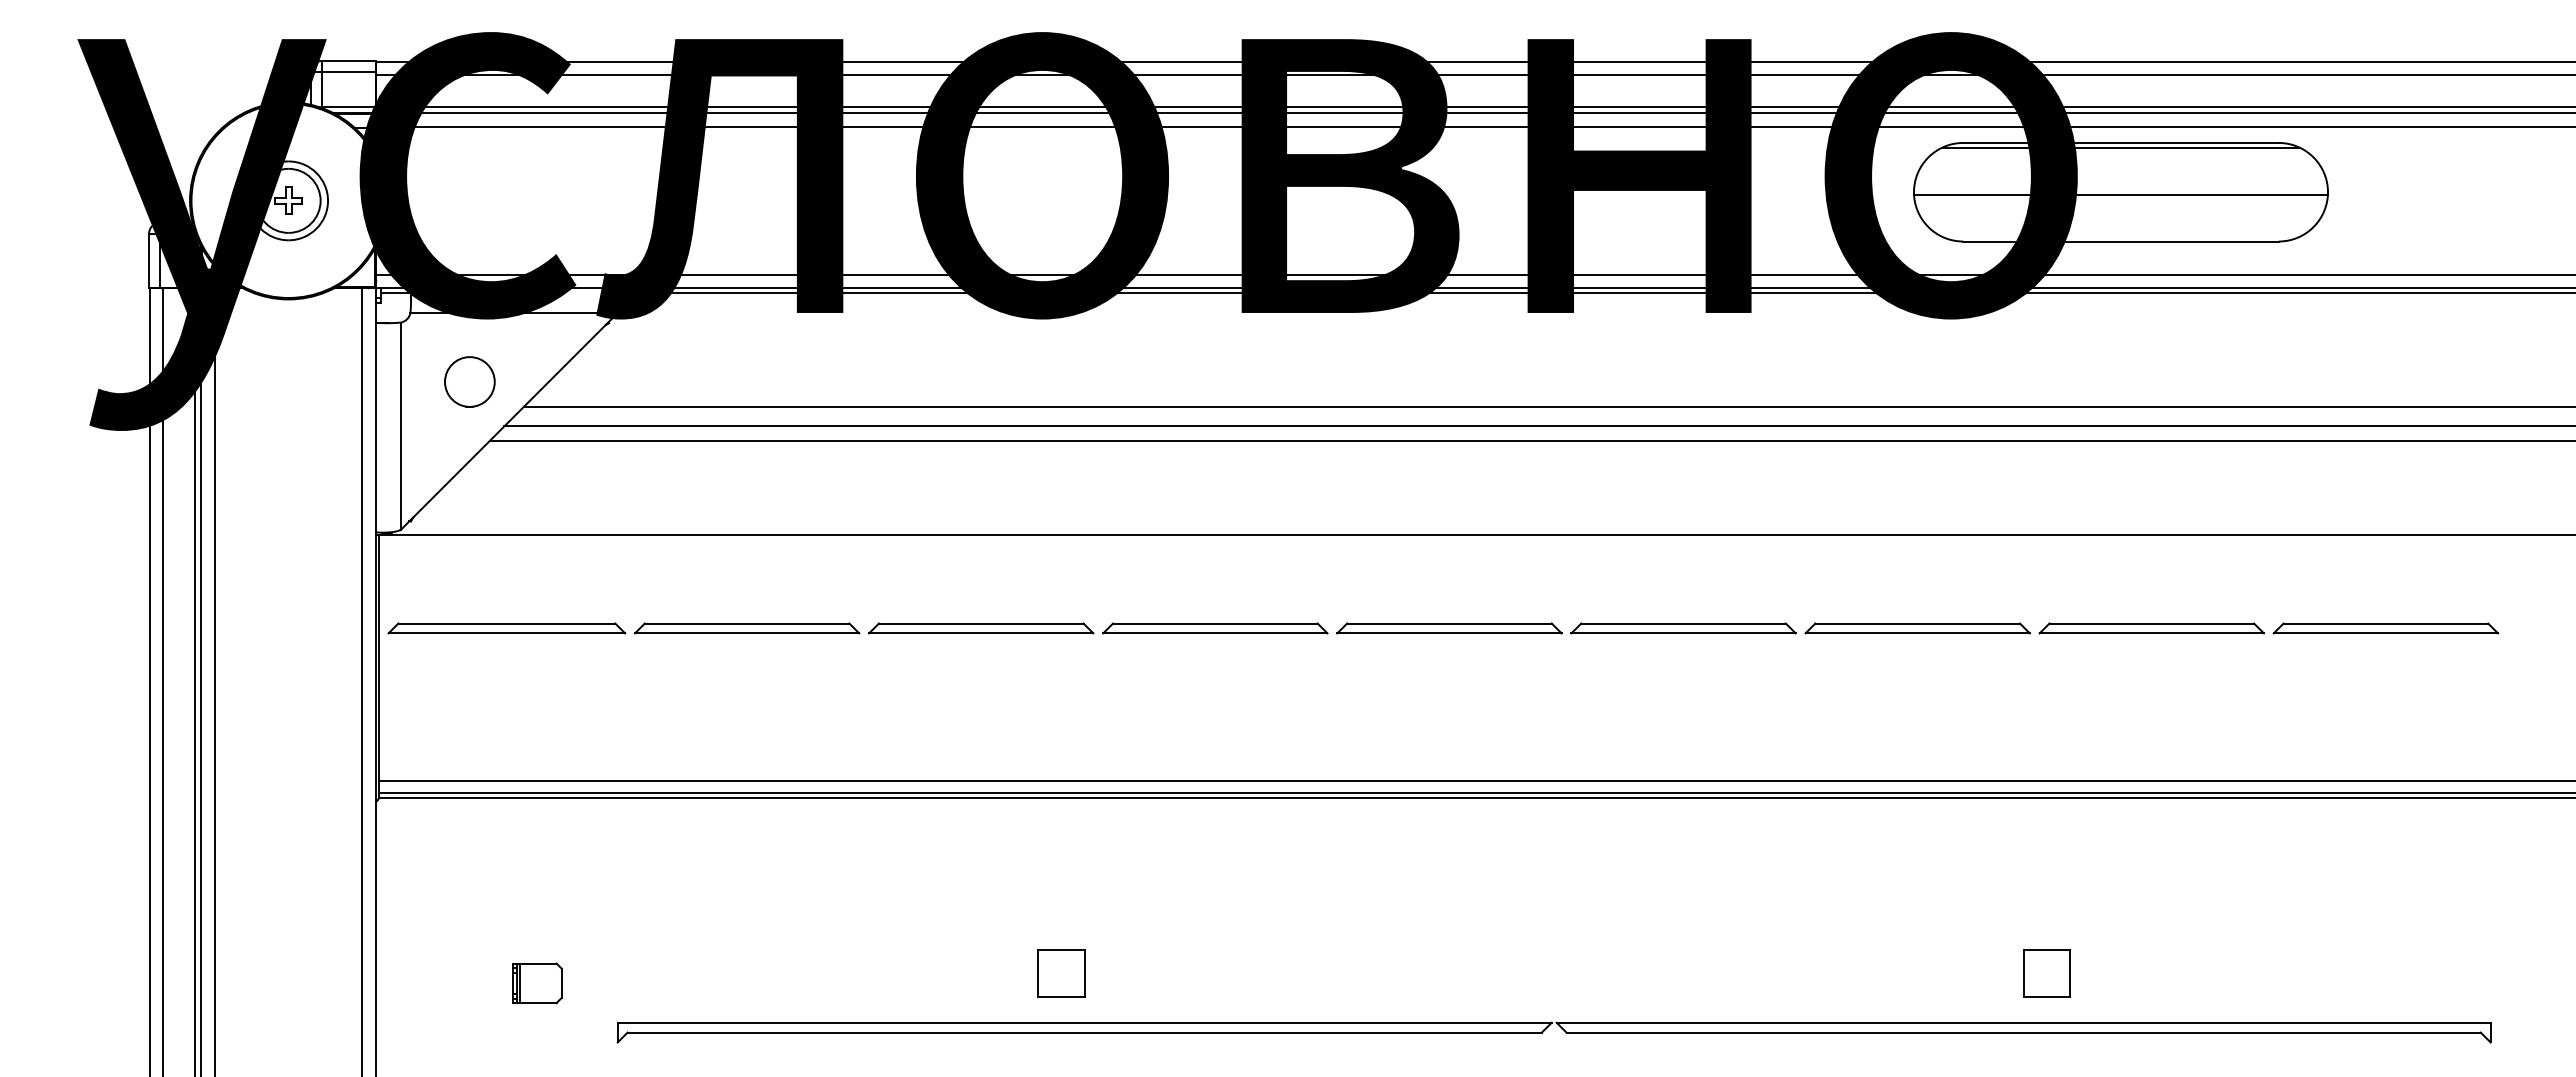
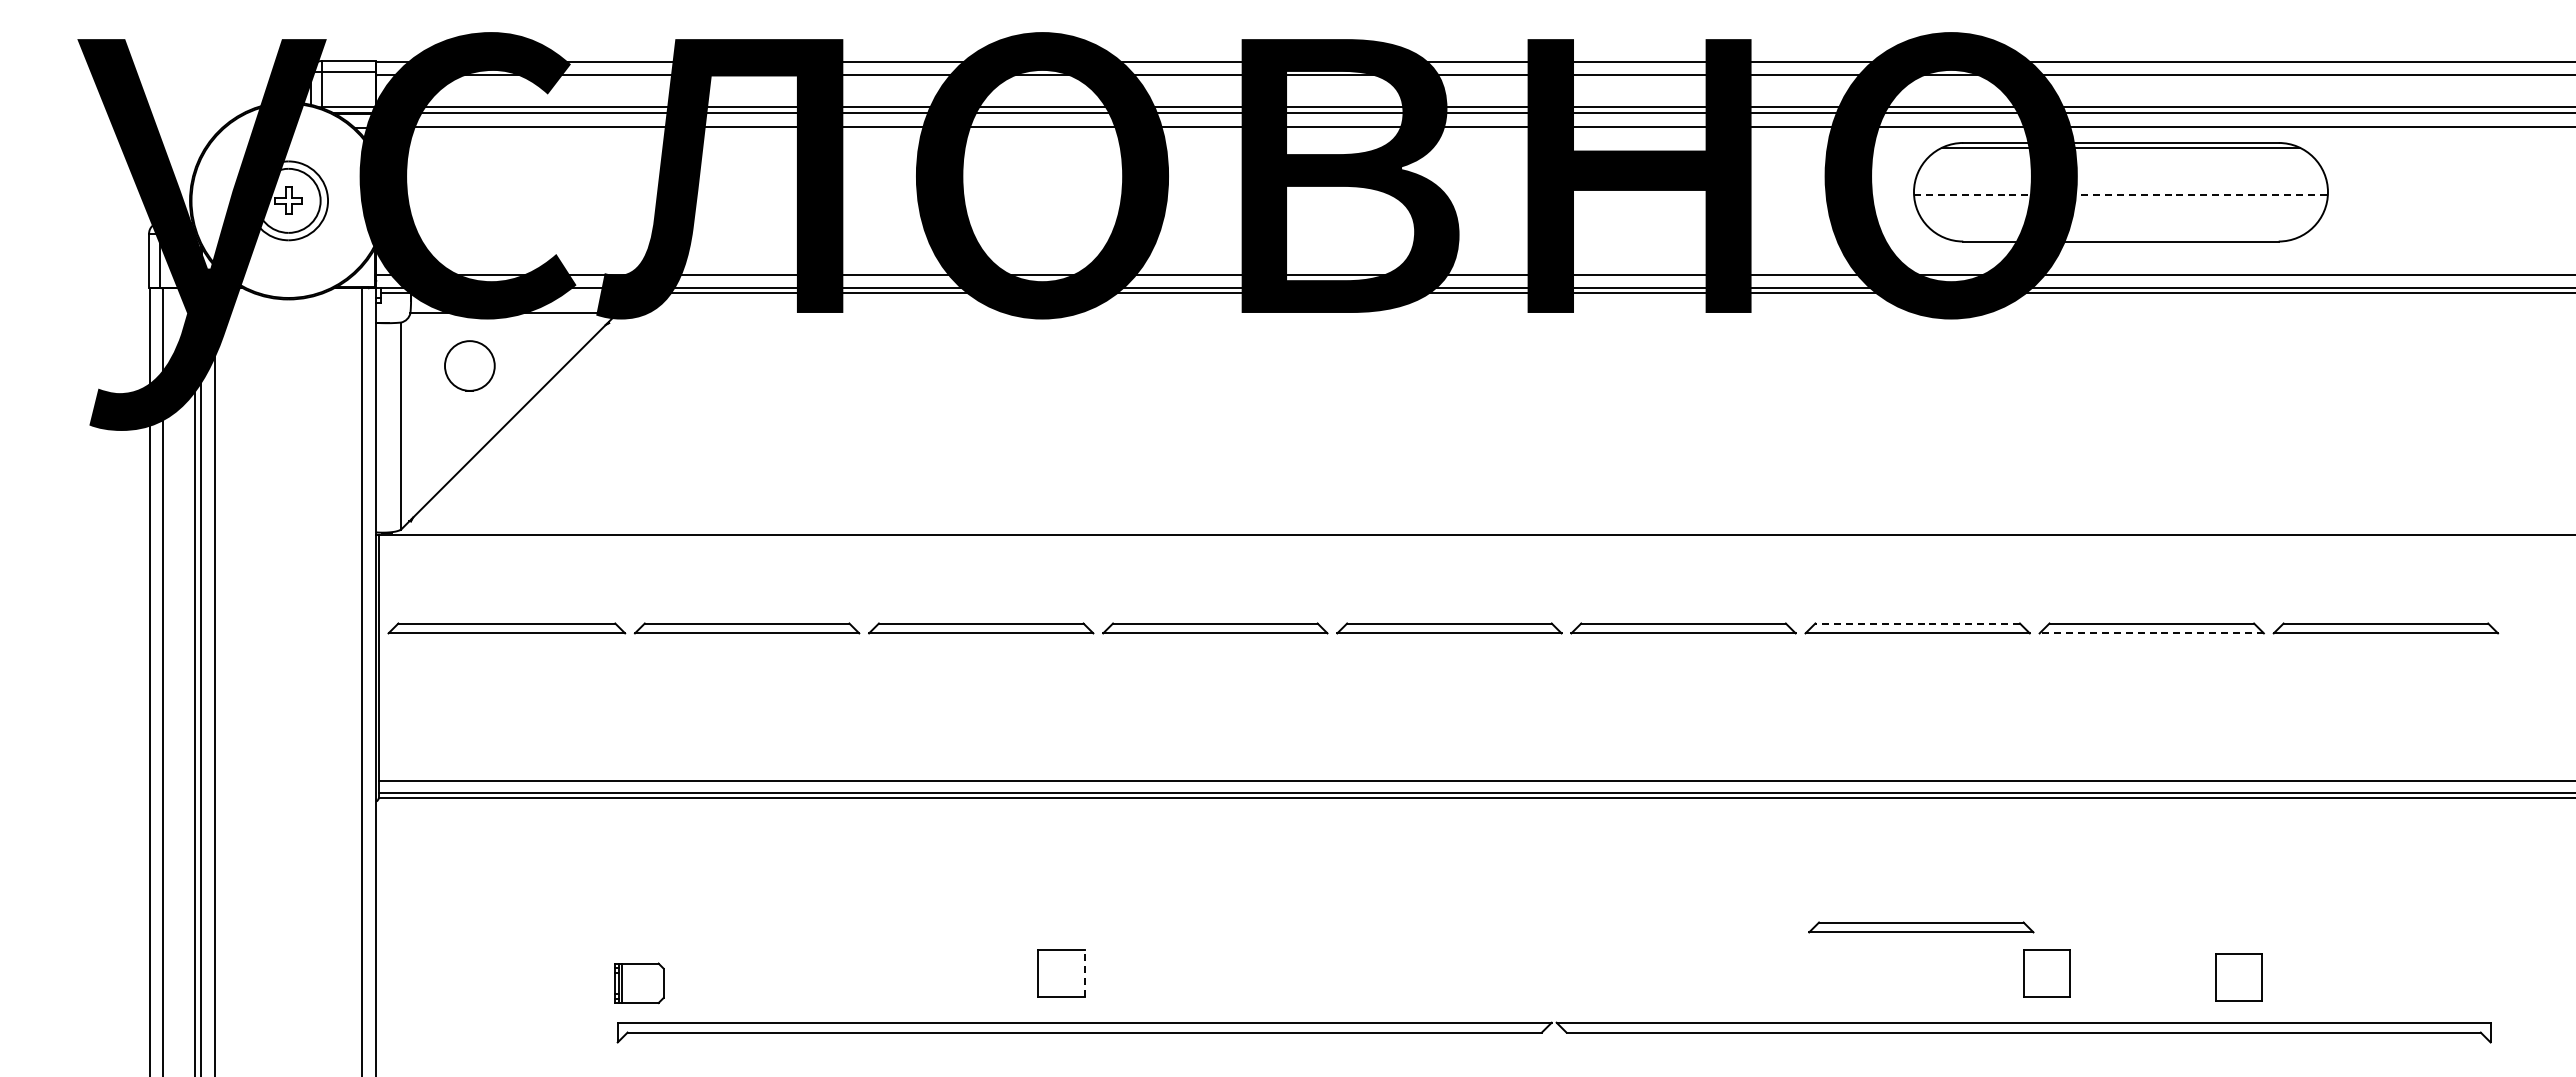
line at (2120, 194): solid -> dashed
circle at (469, 381) position: (469, 381) -> (469, 365)
line at (1548, 406): present -> none
line at (1538, 426): present -> none
line at (1530, 441): present -> none
line at (1917, 623): solid -> dashed
line at (2151, 633): solid -> dashed
part at (1921, 927): none -> present
line at (1084, 972): solid -> dashed
part at (2238, 977): none -> present
part at (537, 983) position: (537, 983) -> (639, 983)
